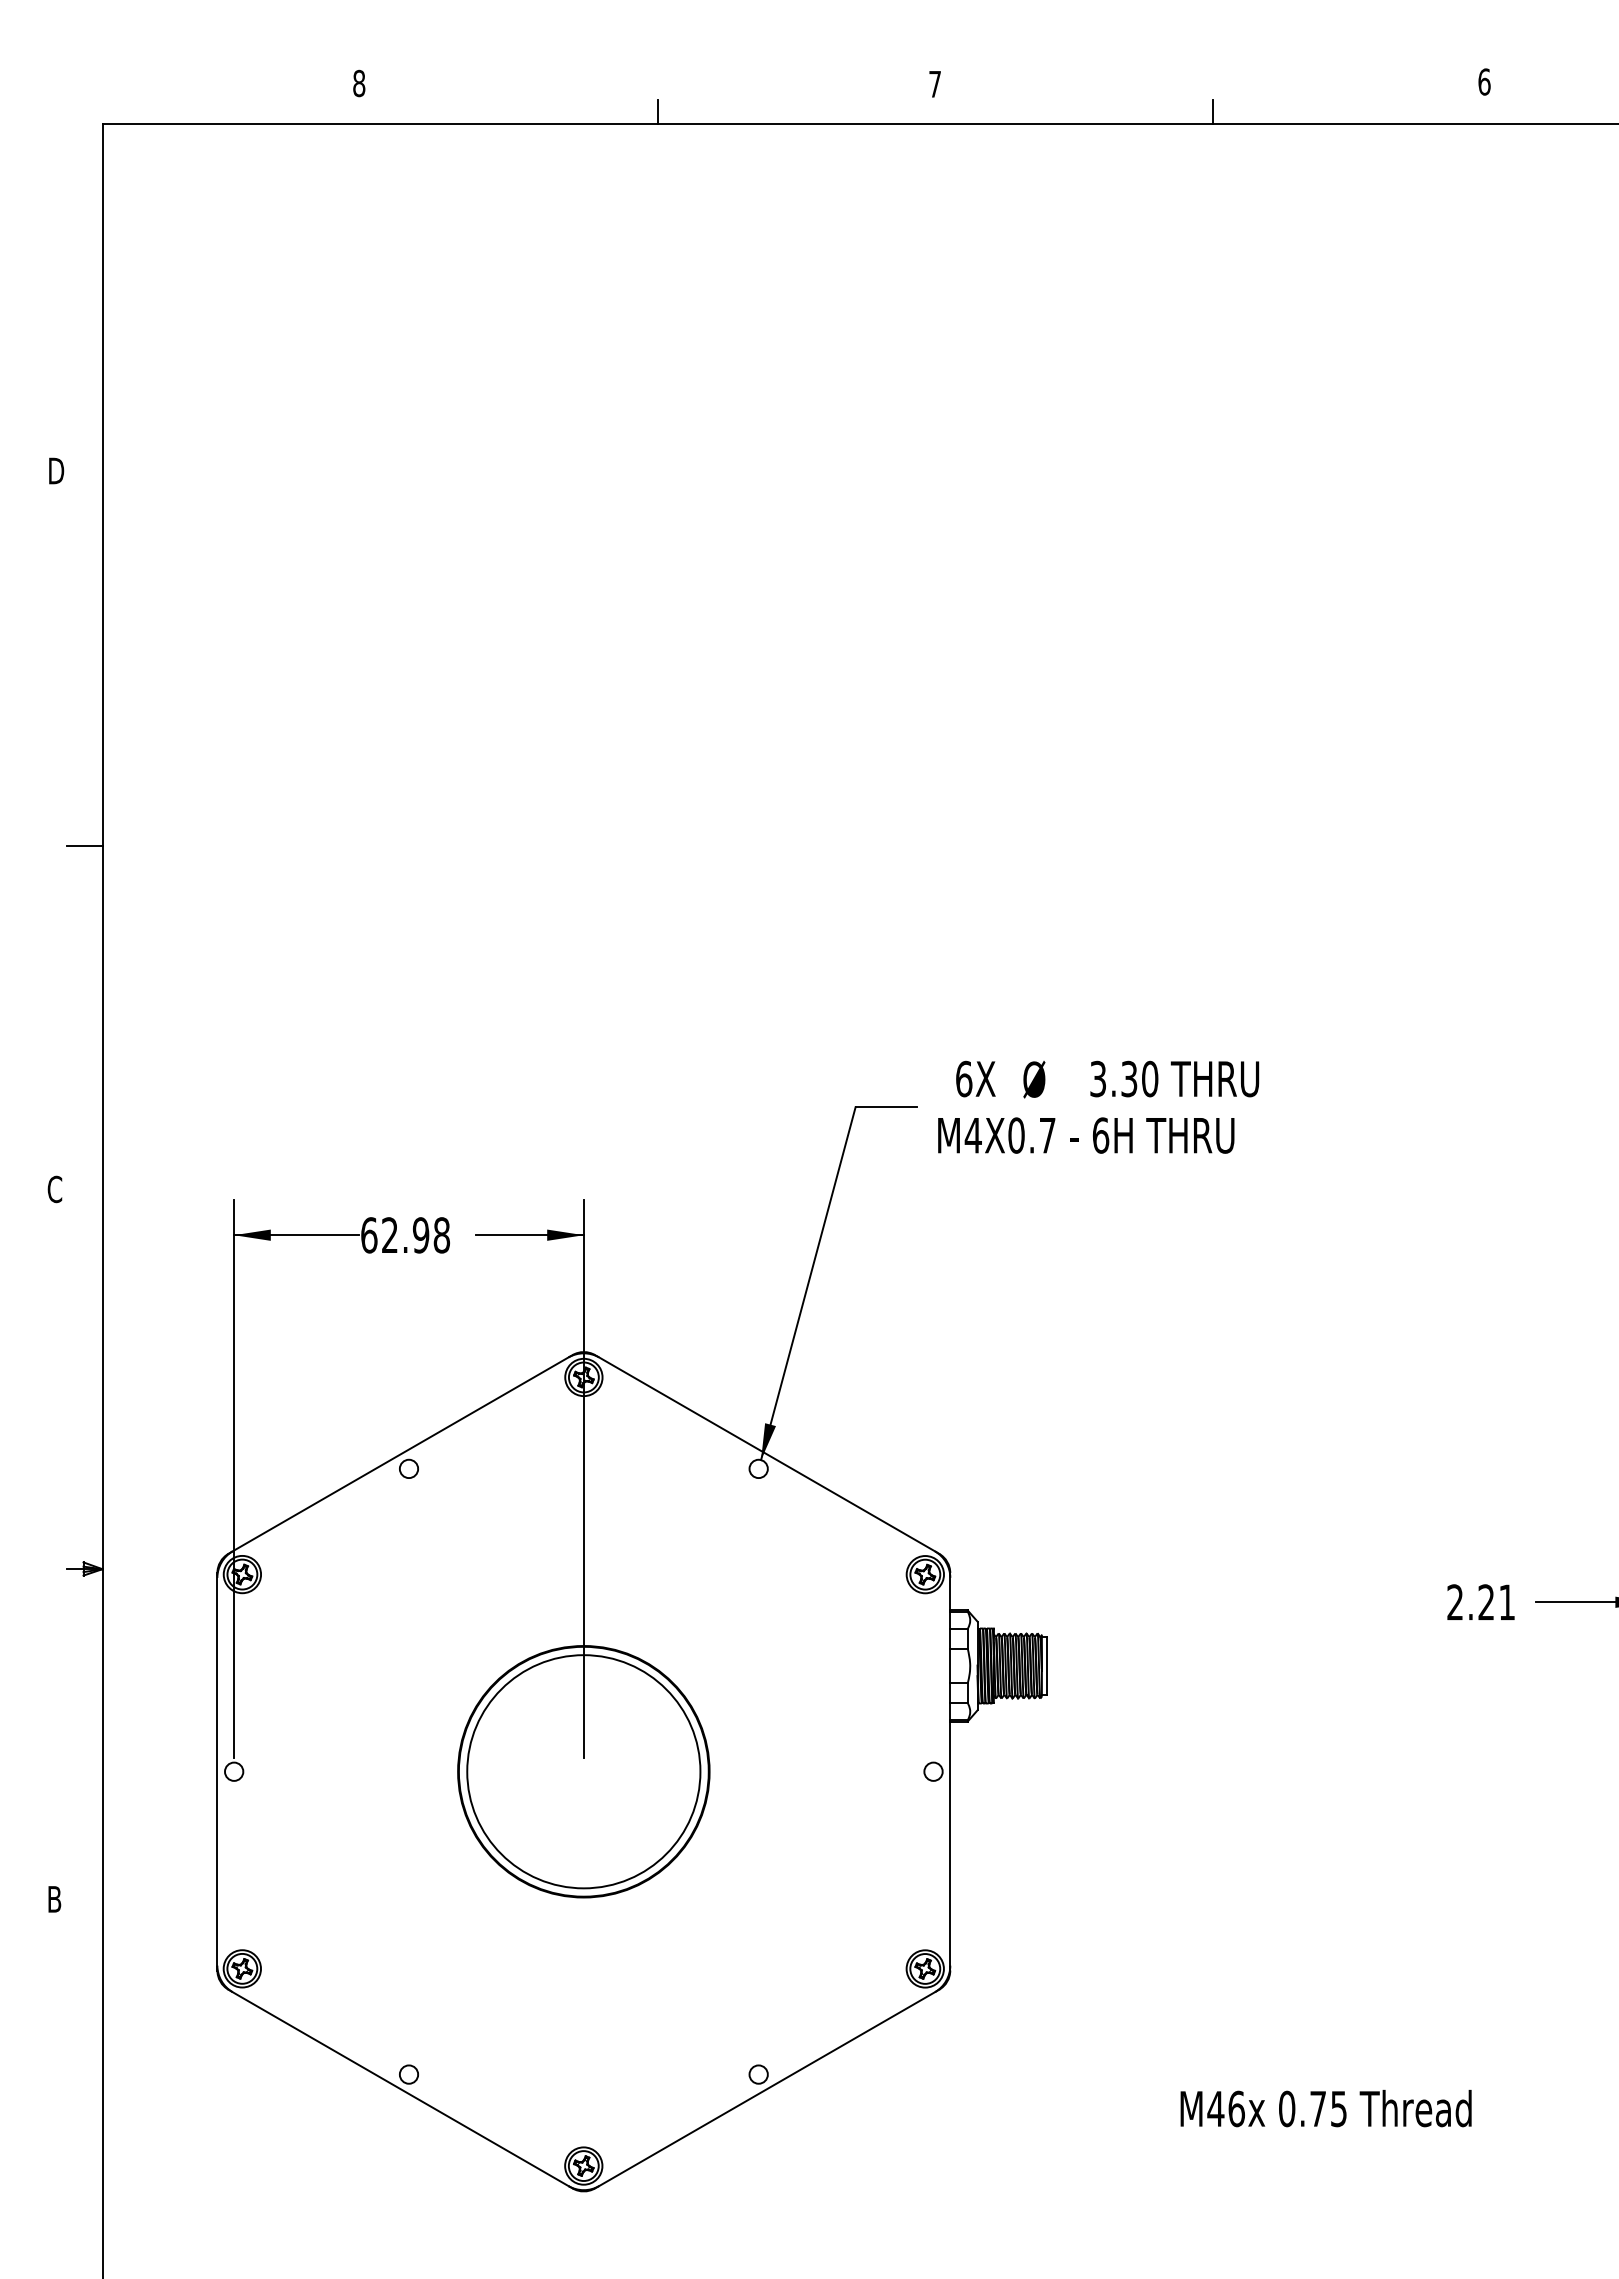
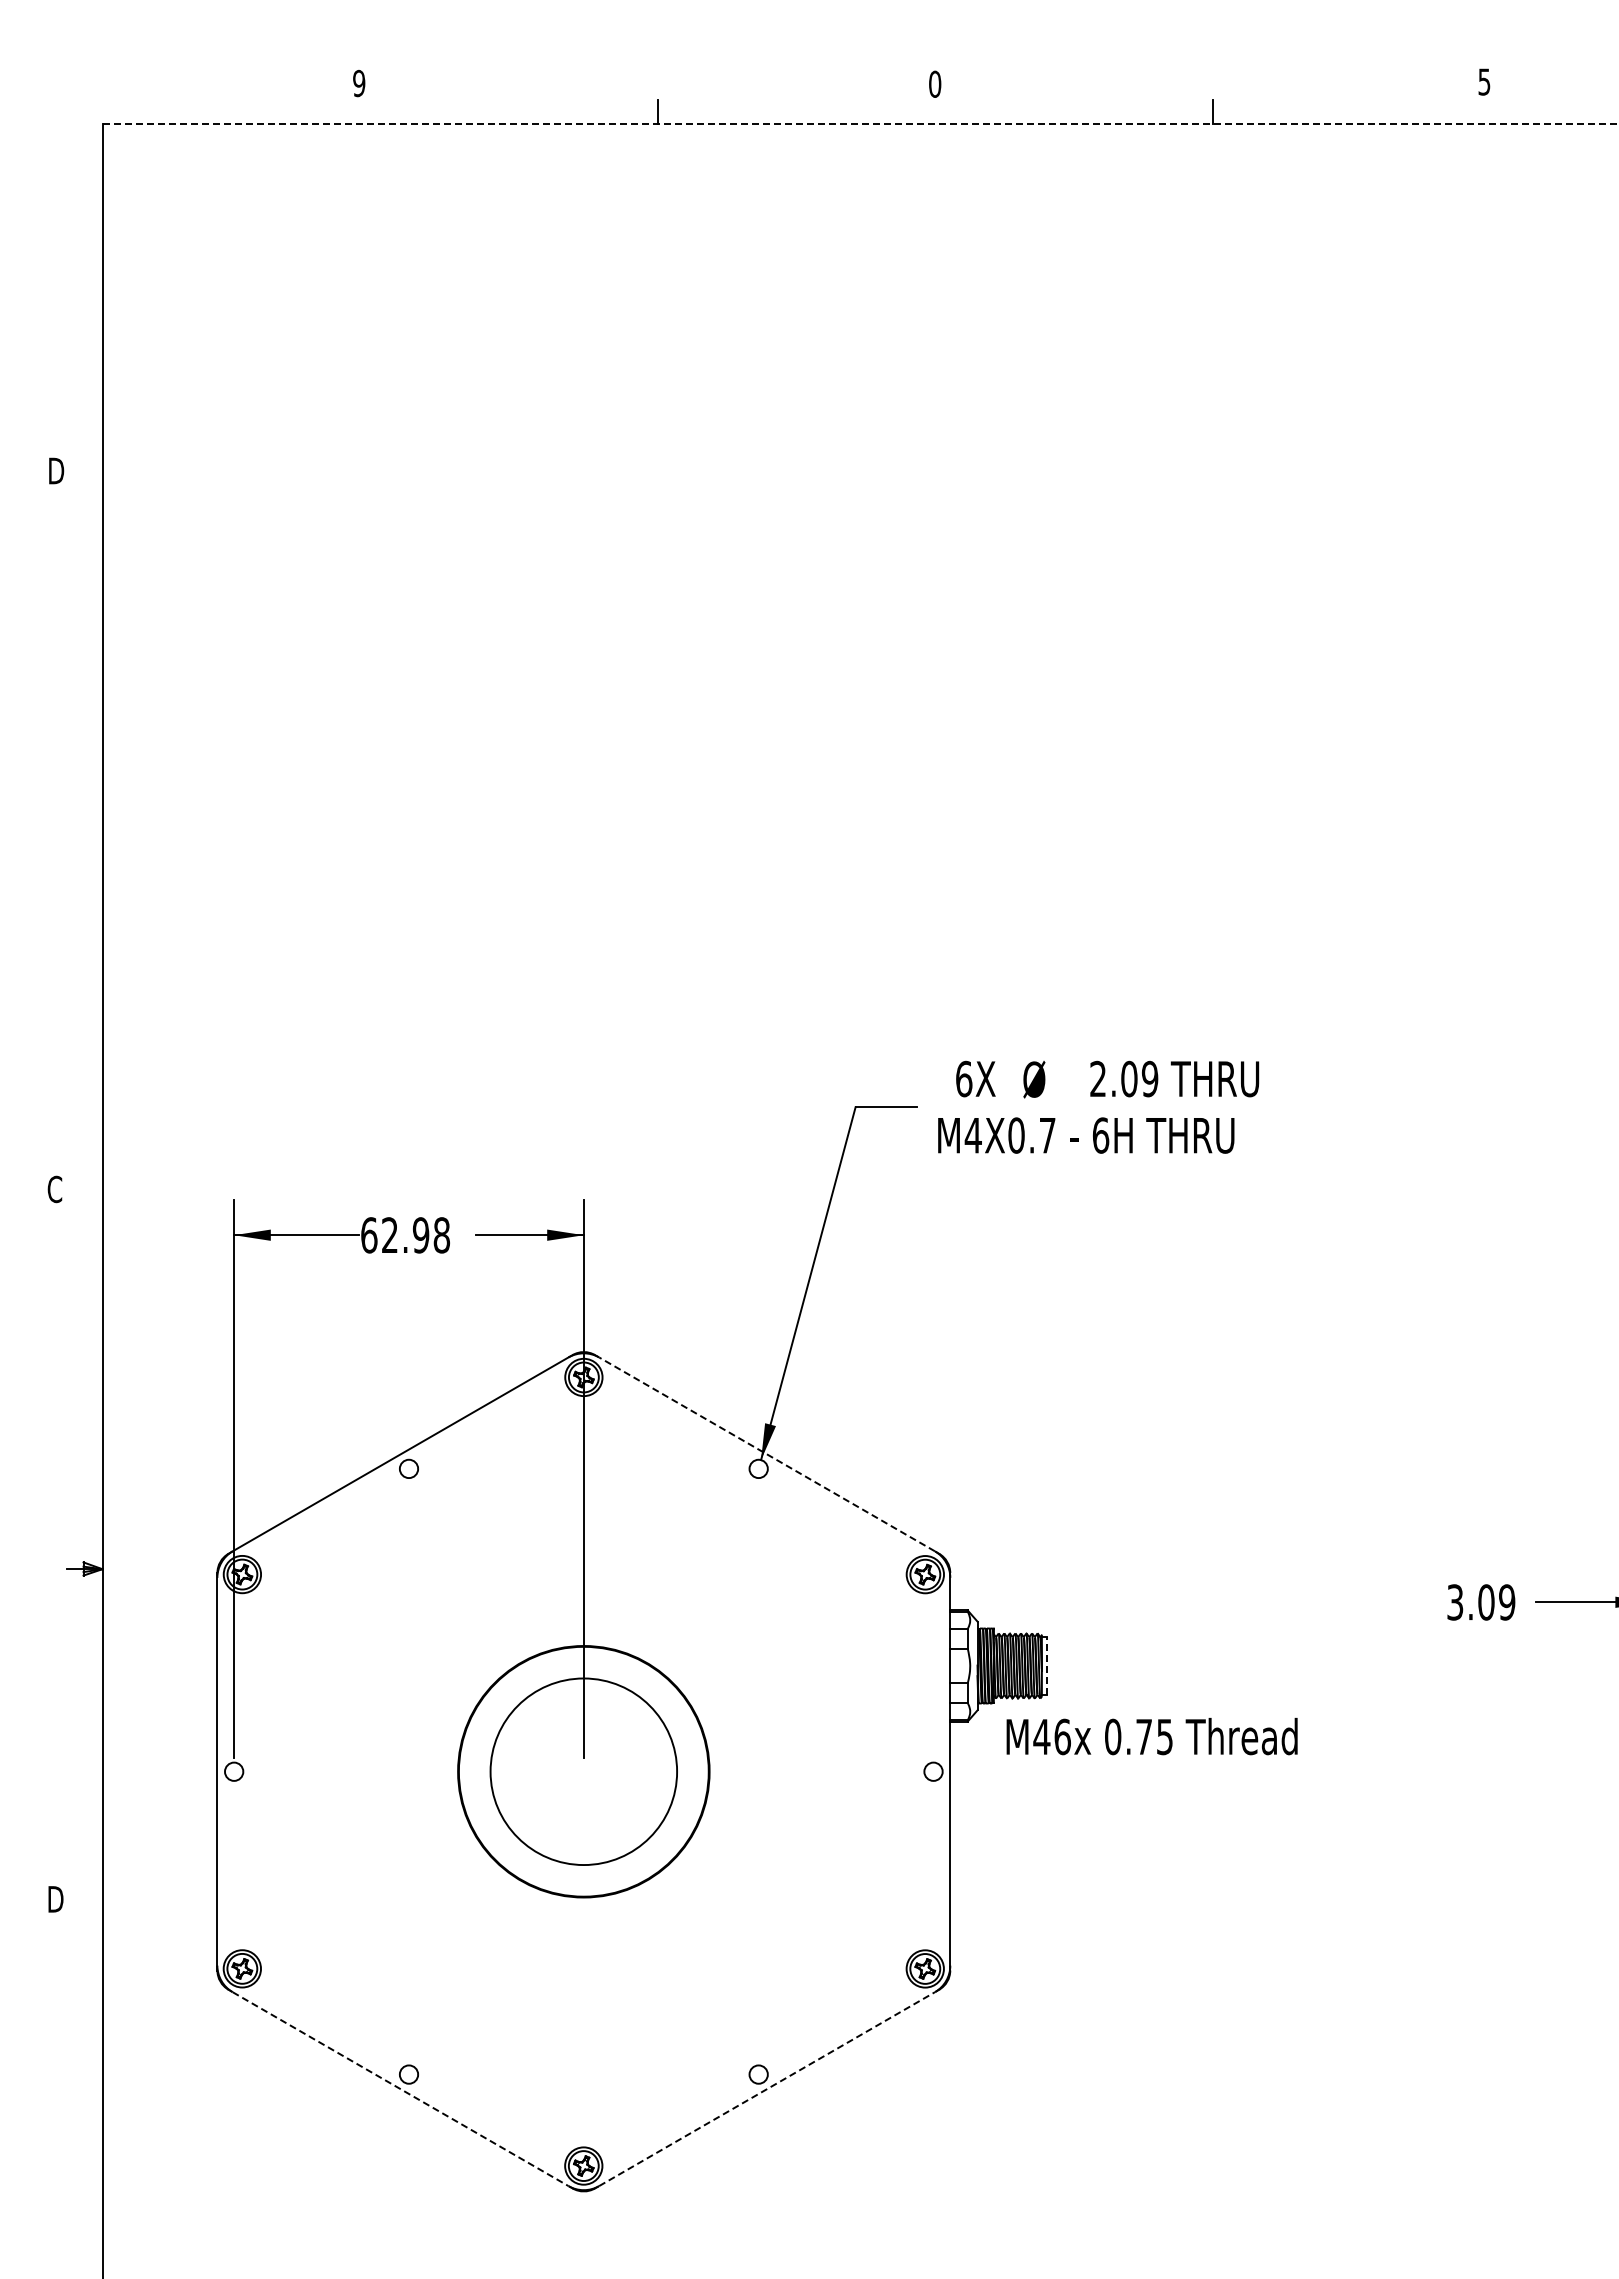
text at (1484, 81): 6 -> 5
text at (359, 83): 8 -> 9
text at (935, 83): 7 -> 0
line at (860, 123): solid -> dashed
line at (84, 846): present -> none
text at (1124, 1079): 3.30 -> 2.09
line at (767, 1454): solid -> dashed
text at (1481, 1602): 2.21 -> 3.09
line at (1047, 1666): solid -> dashed
circle at (583, 1771) diameter: 233 px -> 187 px
text at (57, 1899): B -> D
line at (400, 2089): solid -> dashed
line at (767, 2089): solid -> dashed
text at (1325, 2108) position: (1325, 2108) -> (1151, 1736)
